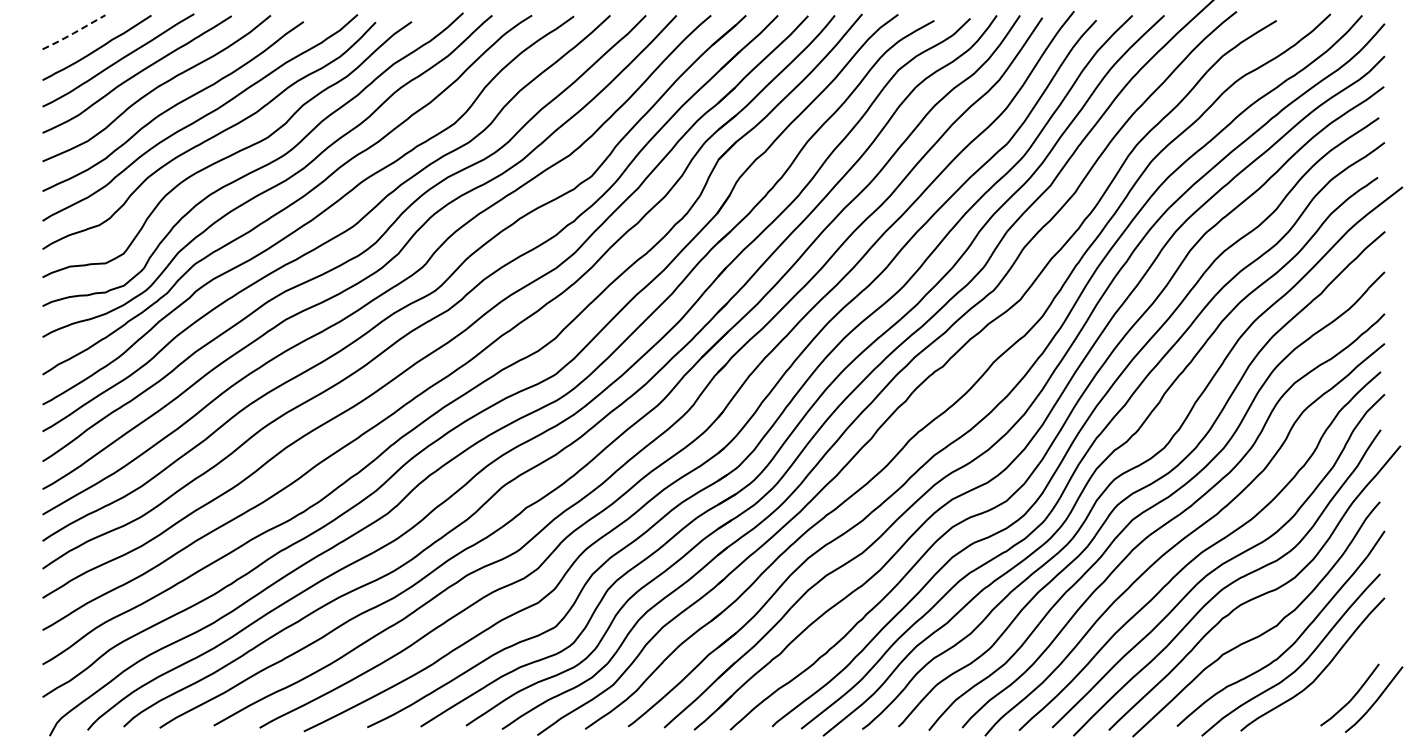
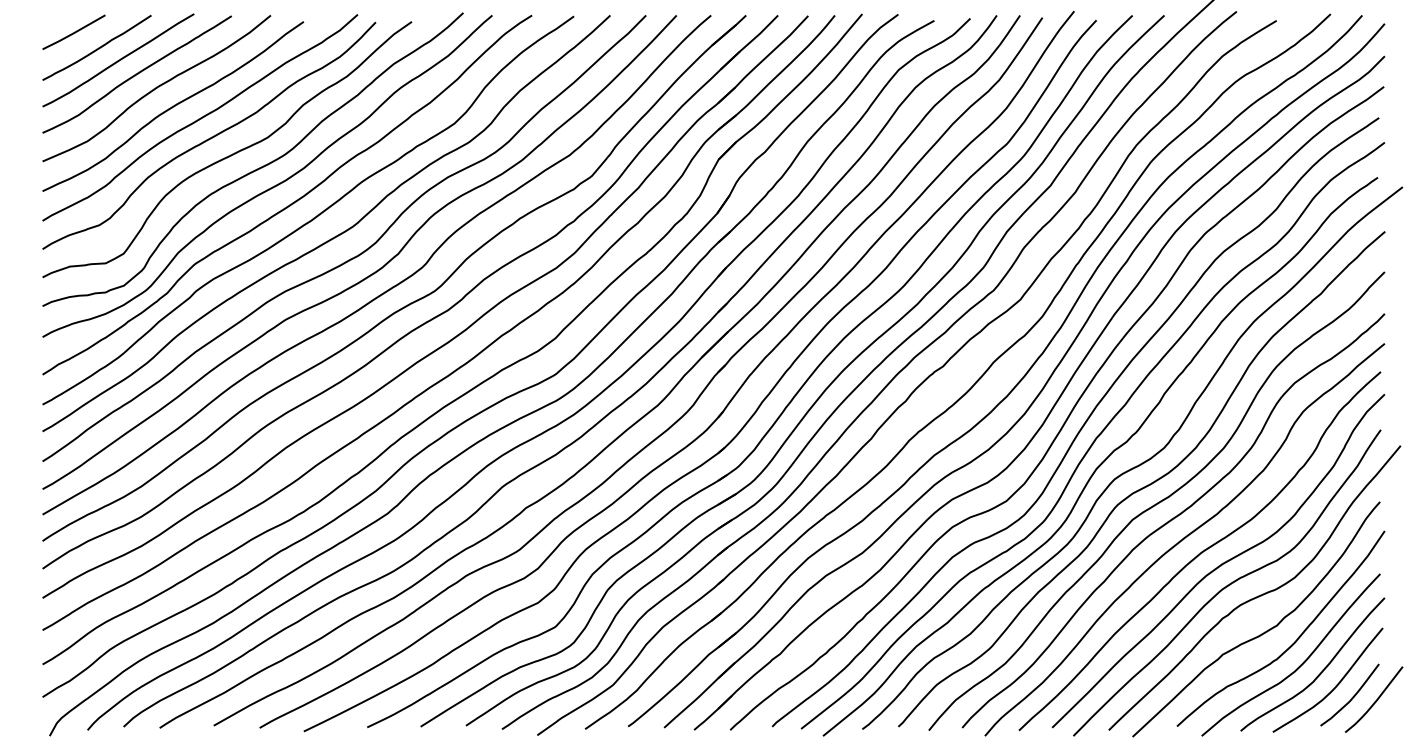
line at (73, 33): dashed -> solid
curve at (1336, 684): none -> present
